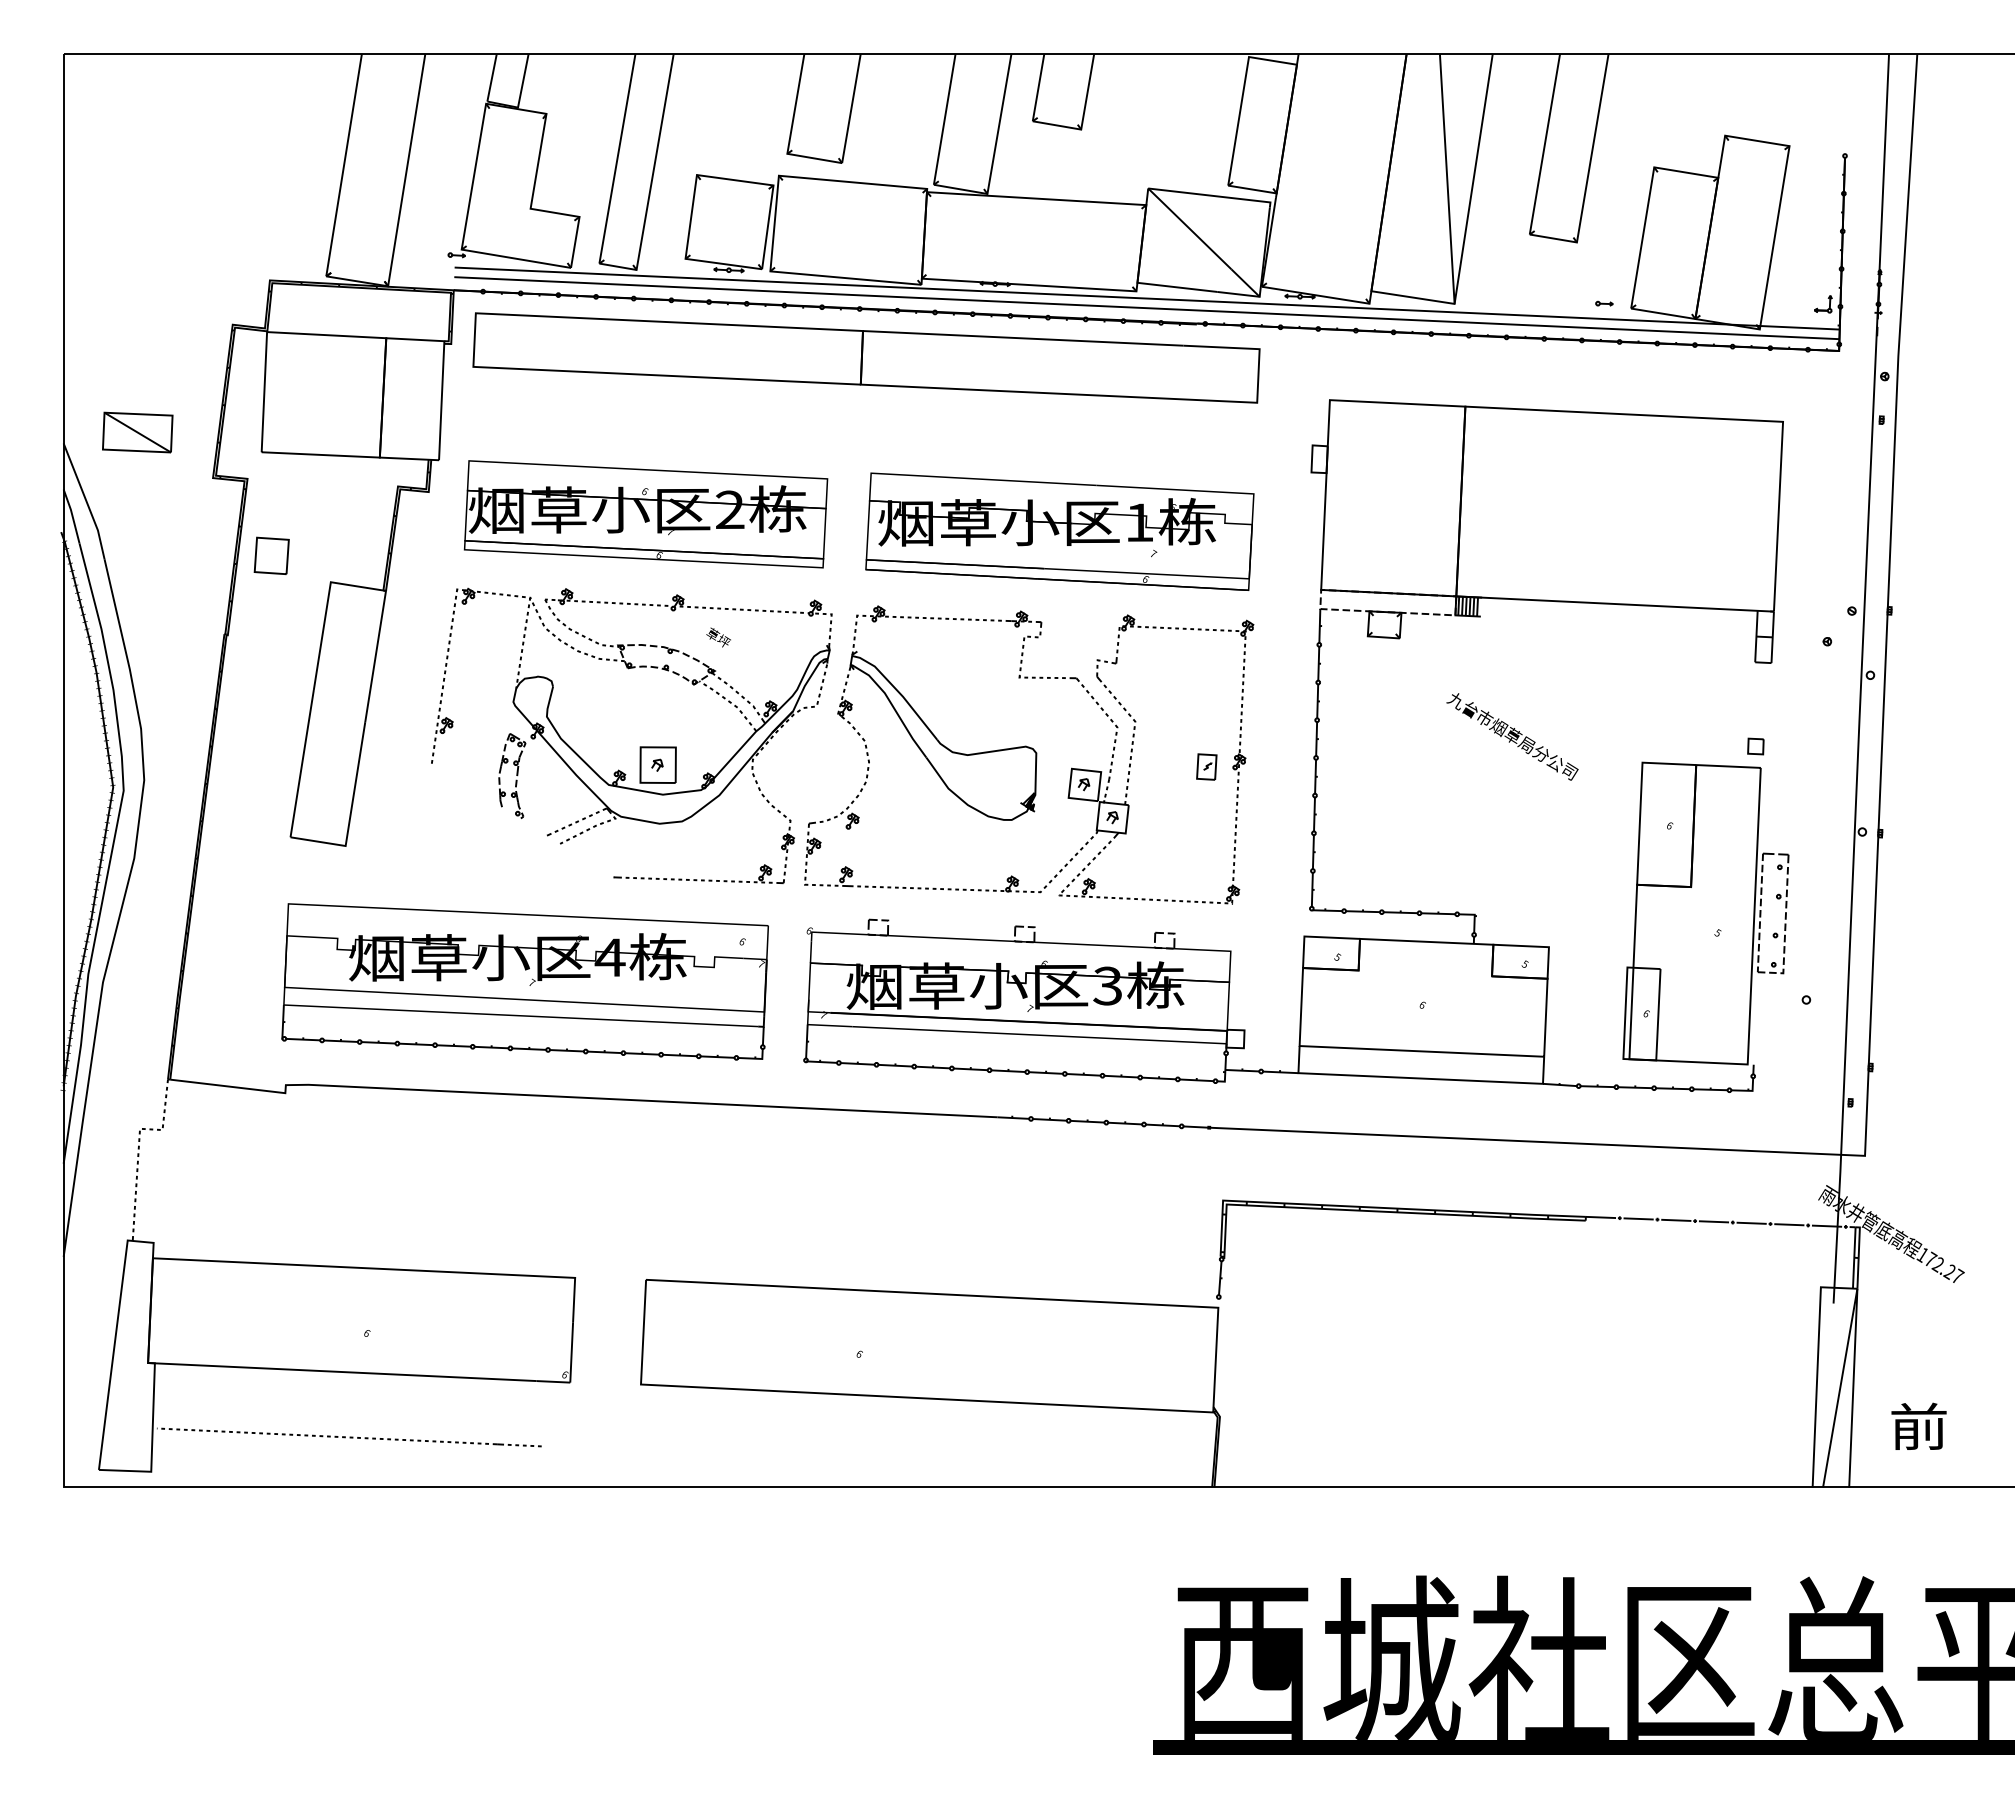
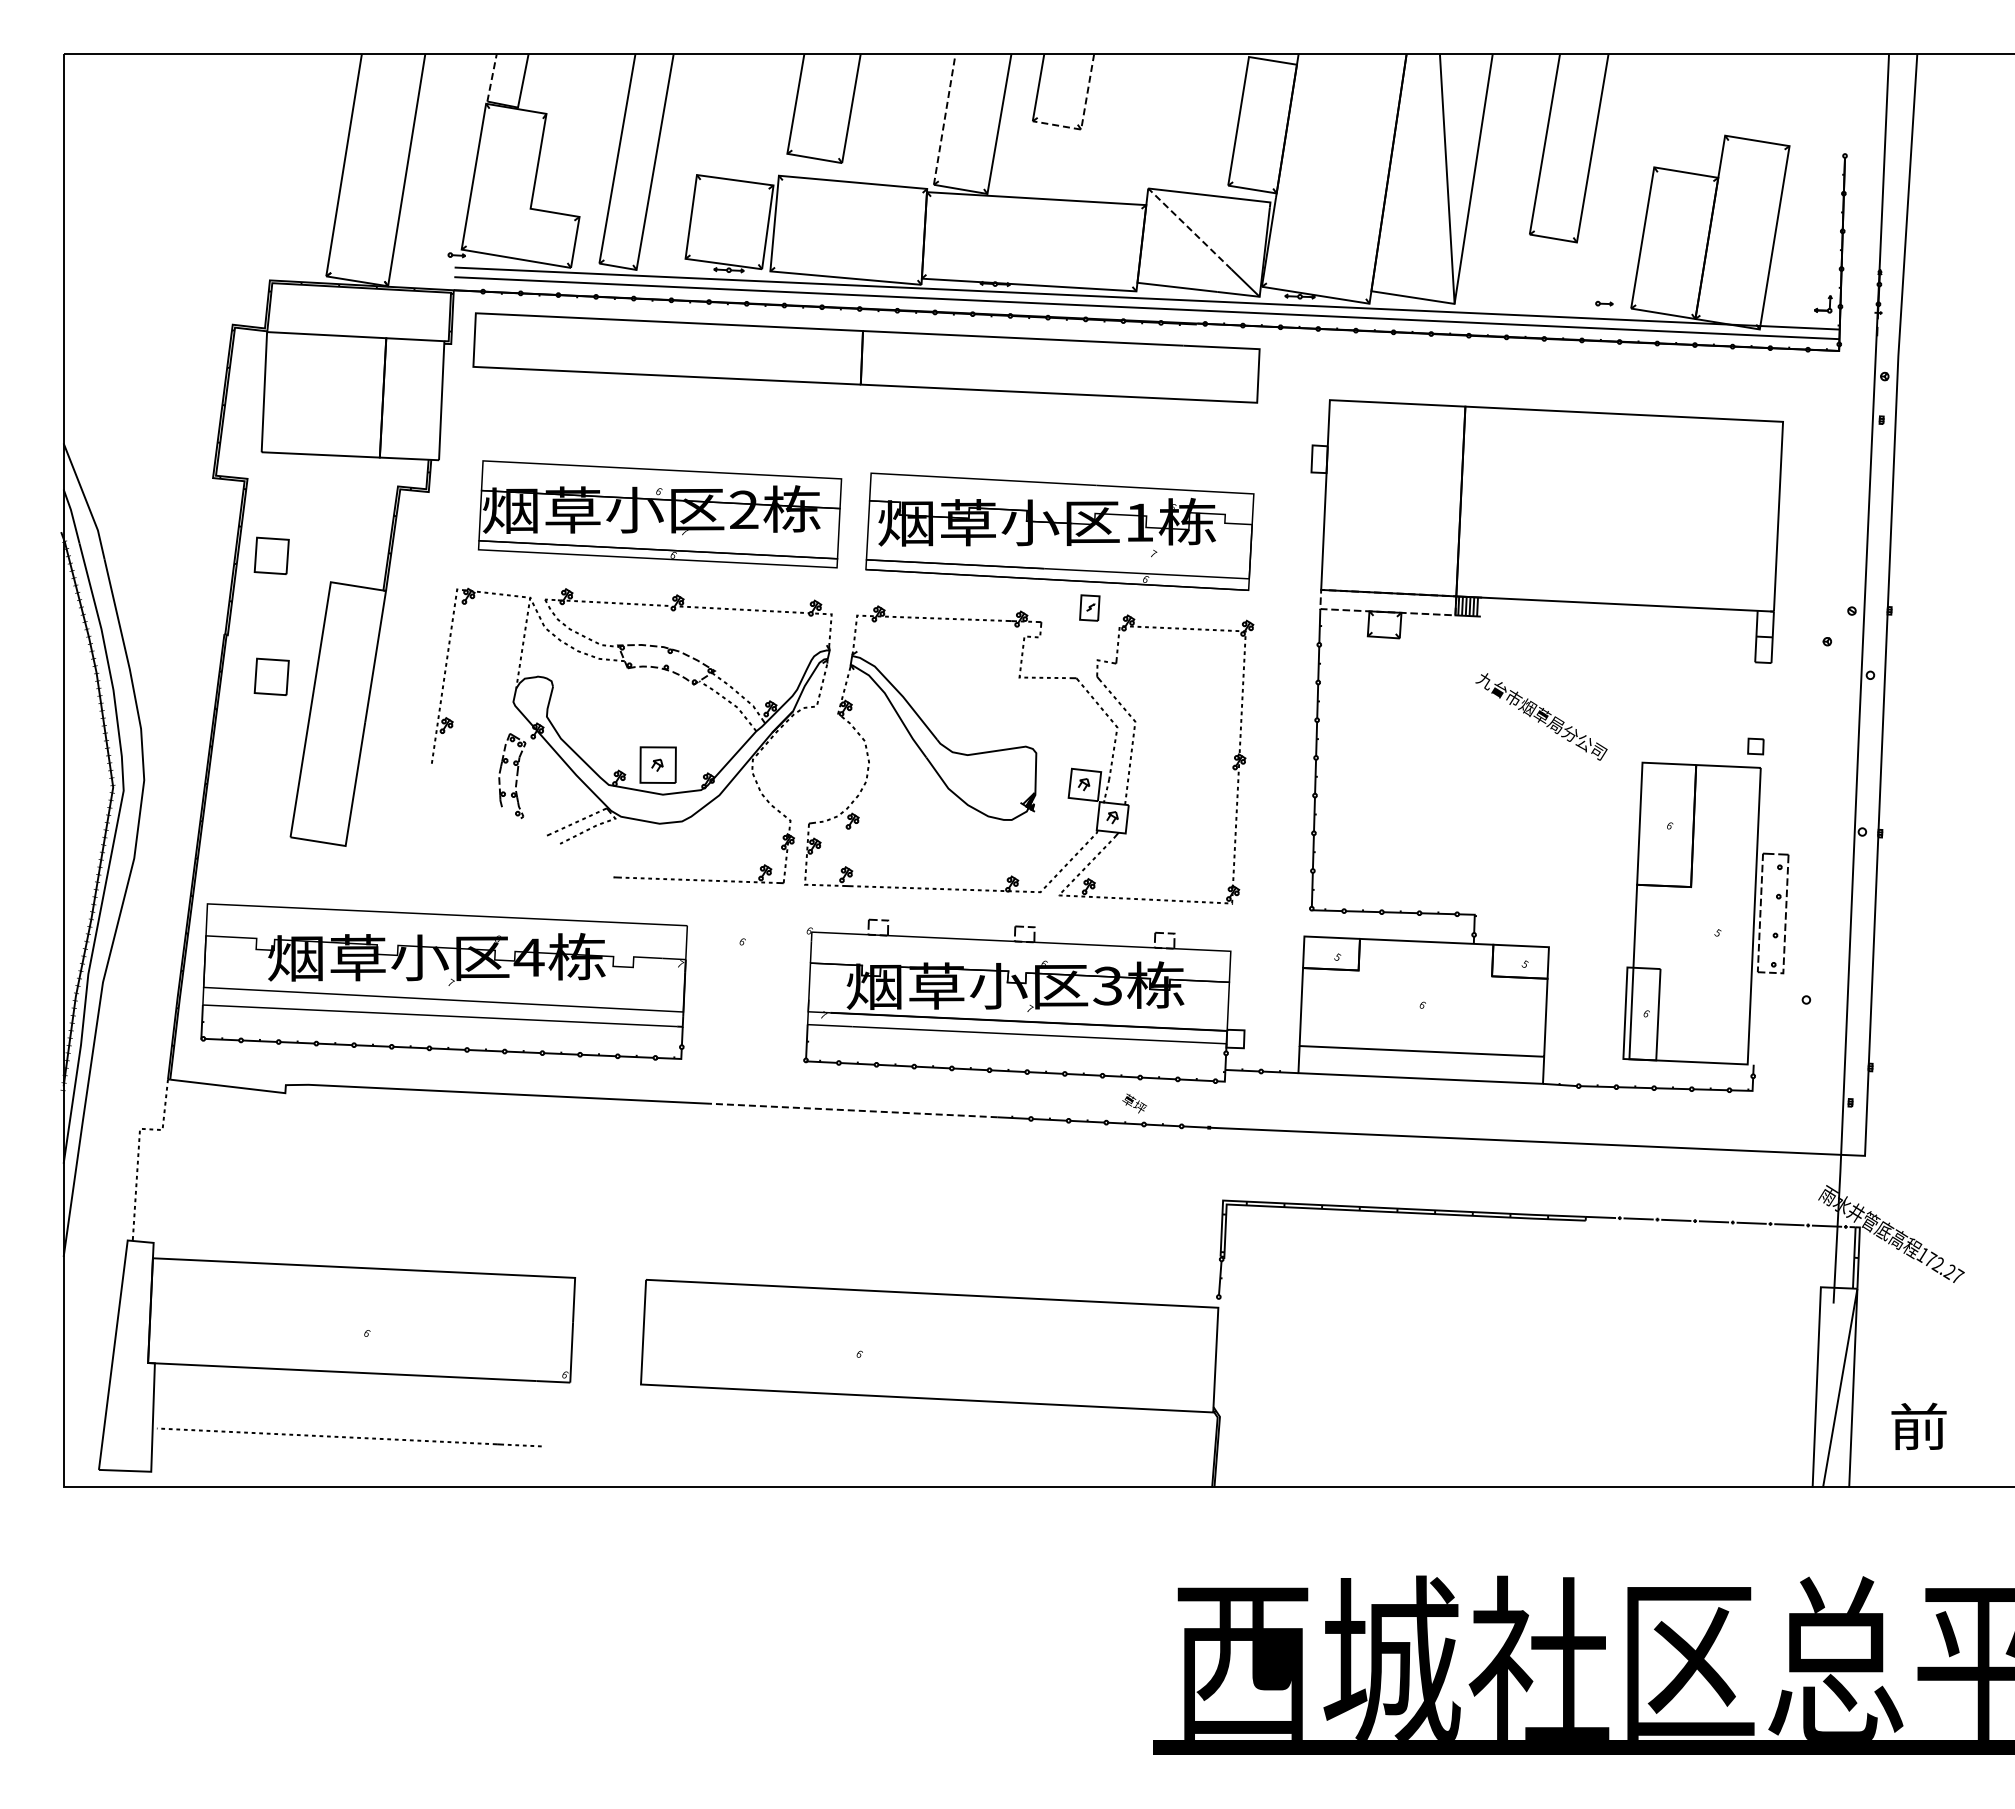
line at (492, 77): solid -> dashed
line at (1083, 116): solid -> dashed
line at (944, 119): solid -> dashed
line at (1189, 228): solid -> dashed
part at (137, 432): present -> none
text at (645, 514) position: (645, 514) -> (659, 514)
text at (718, 637) position: (718, 637) -> (1134, 1103)
part at (271, 676): none -> present
text at (1512, 736) position: (1512, 736) -> (1541, 716)
part at (1206, 766) position: (1206, 766) -> (1089, 607)
part at (524, 981) position: (524, 981) -> (443, 981)
line at (853, 1110): solid -> dashed
